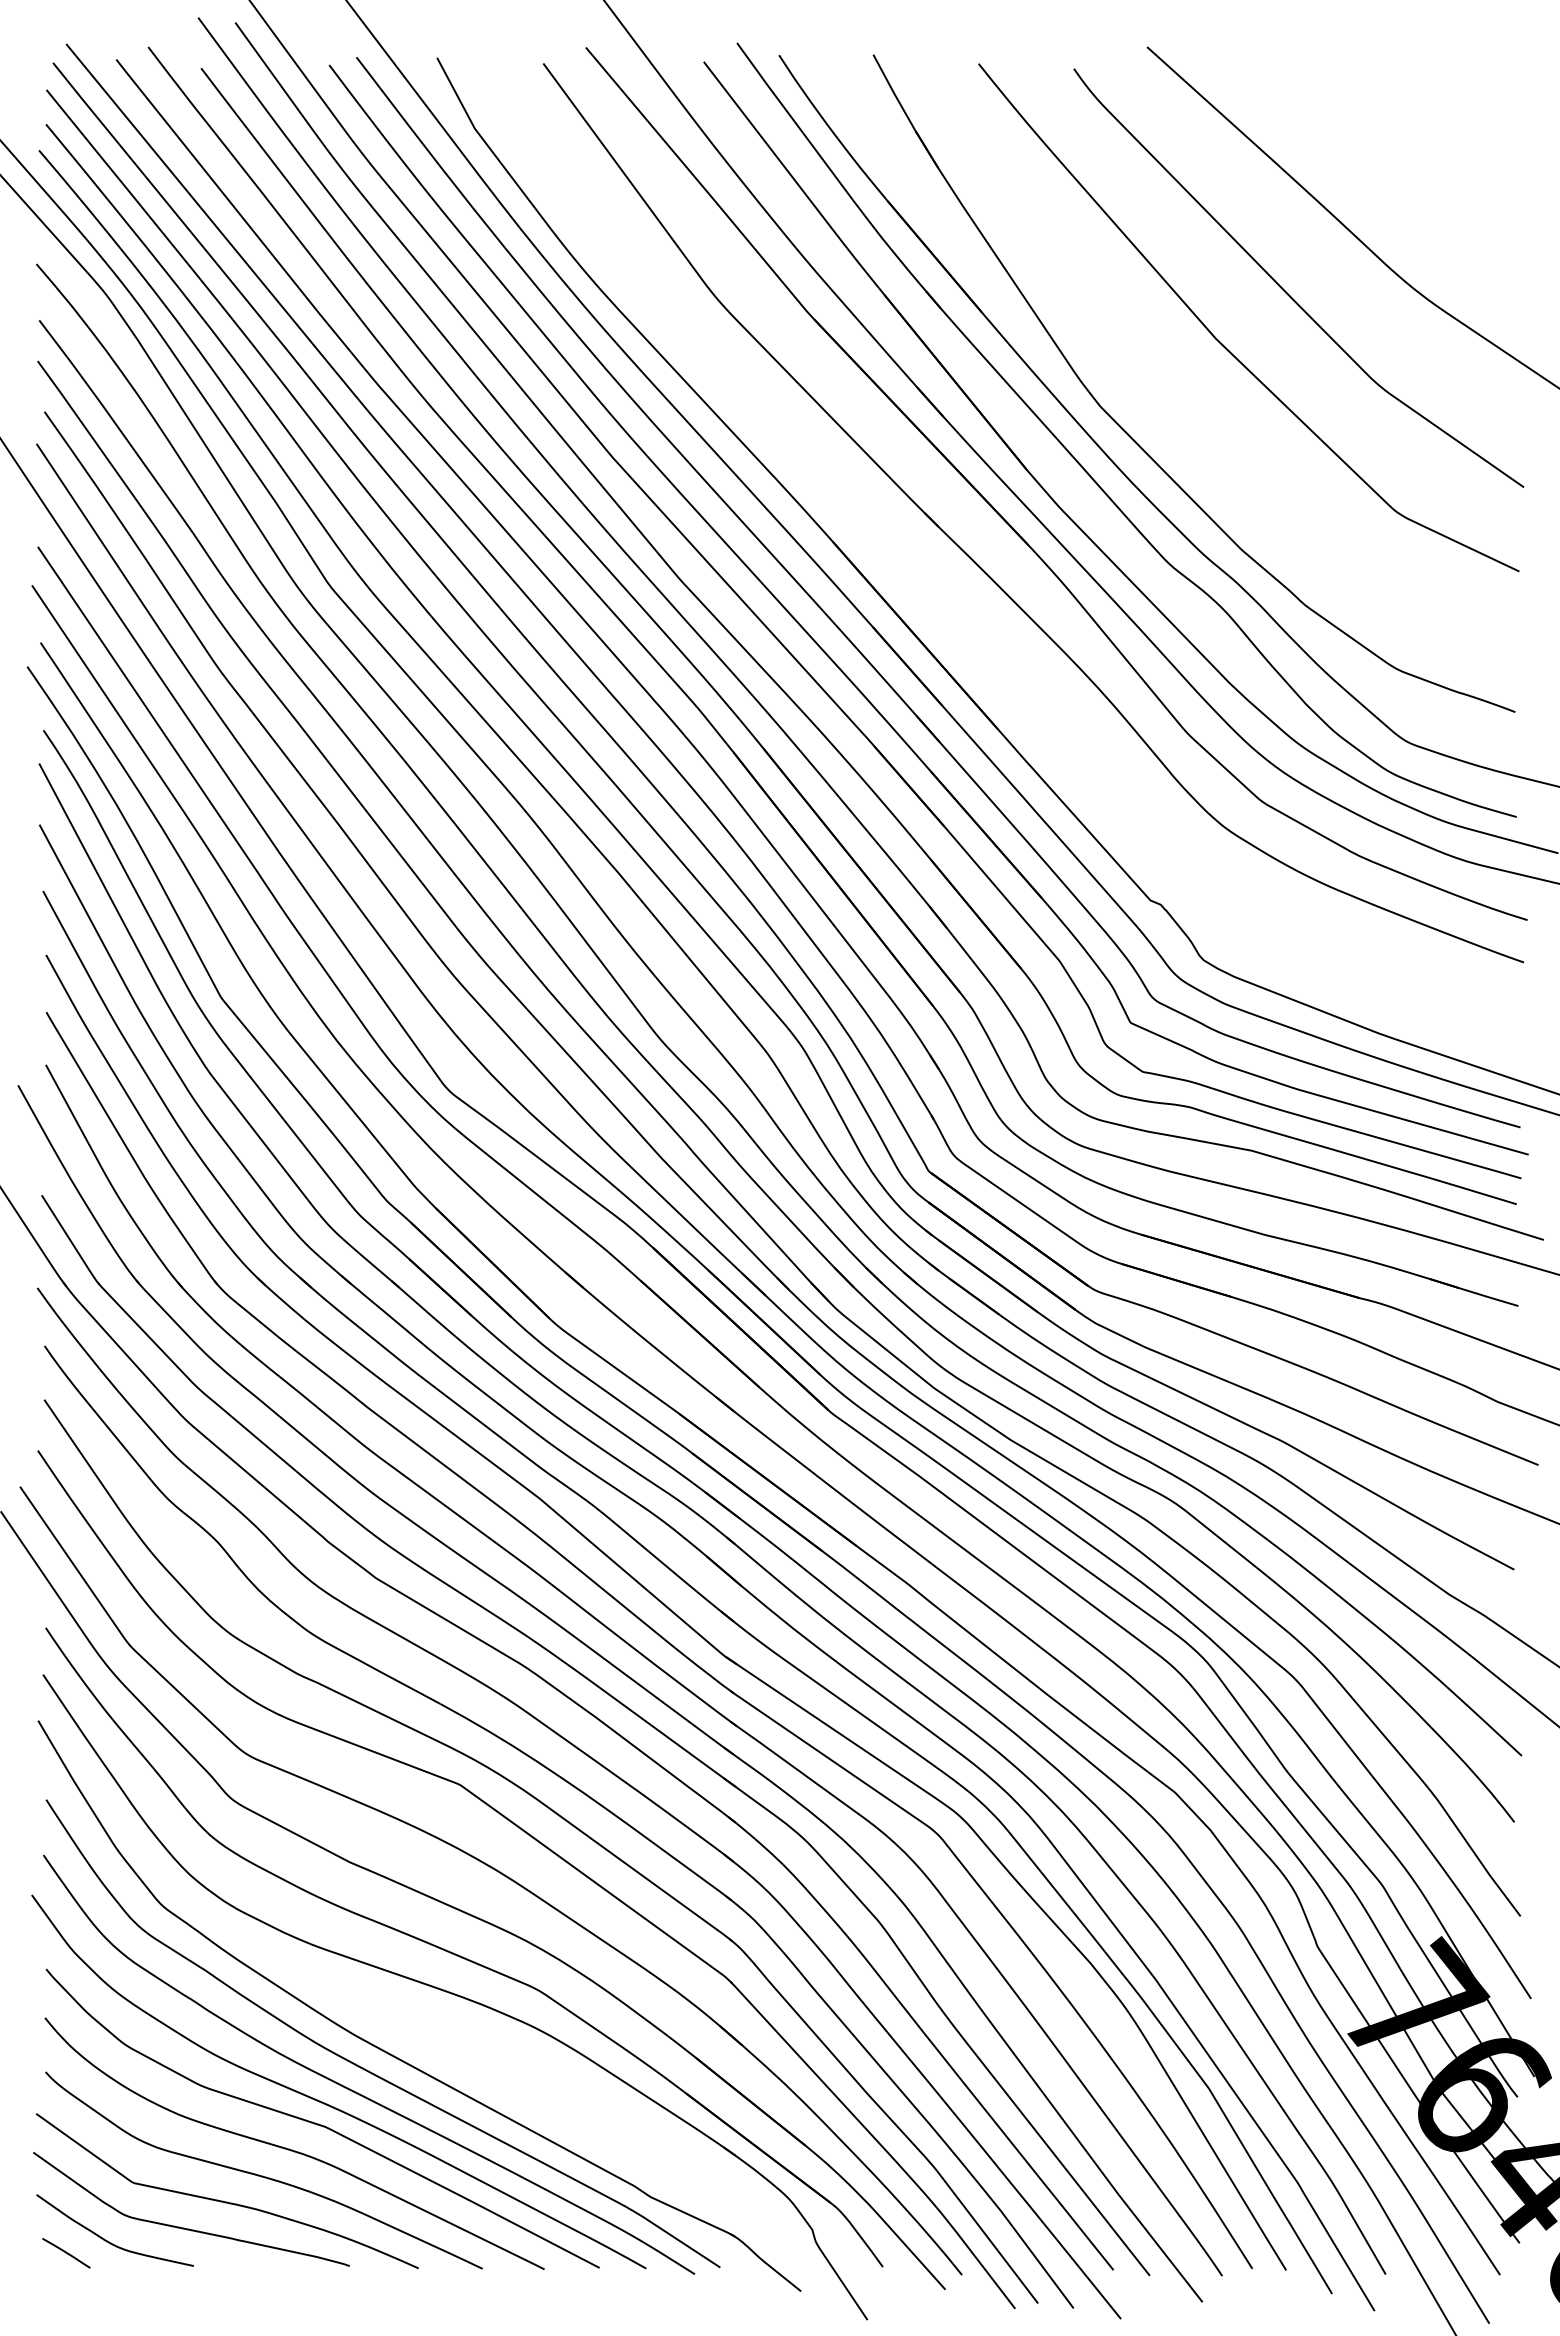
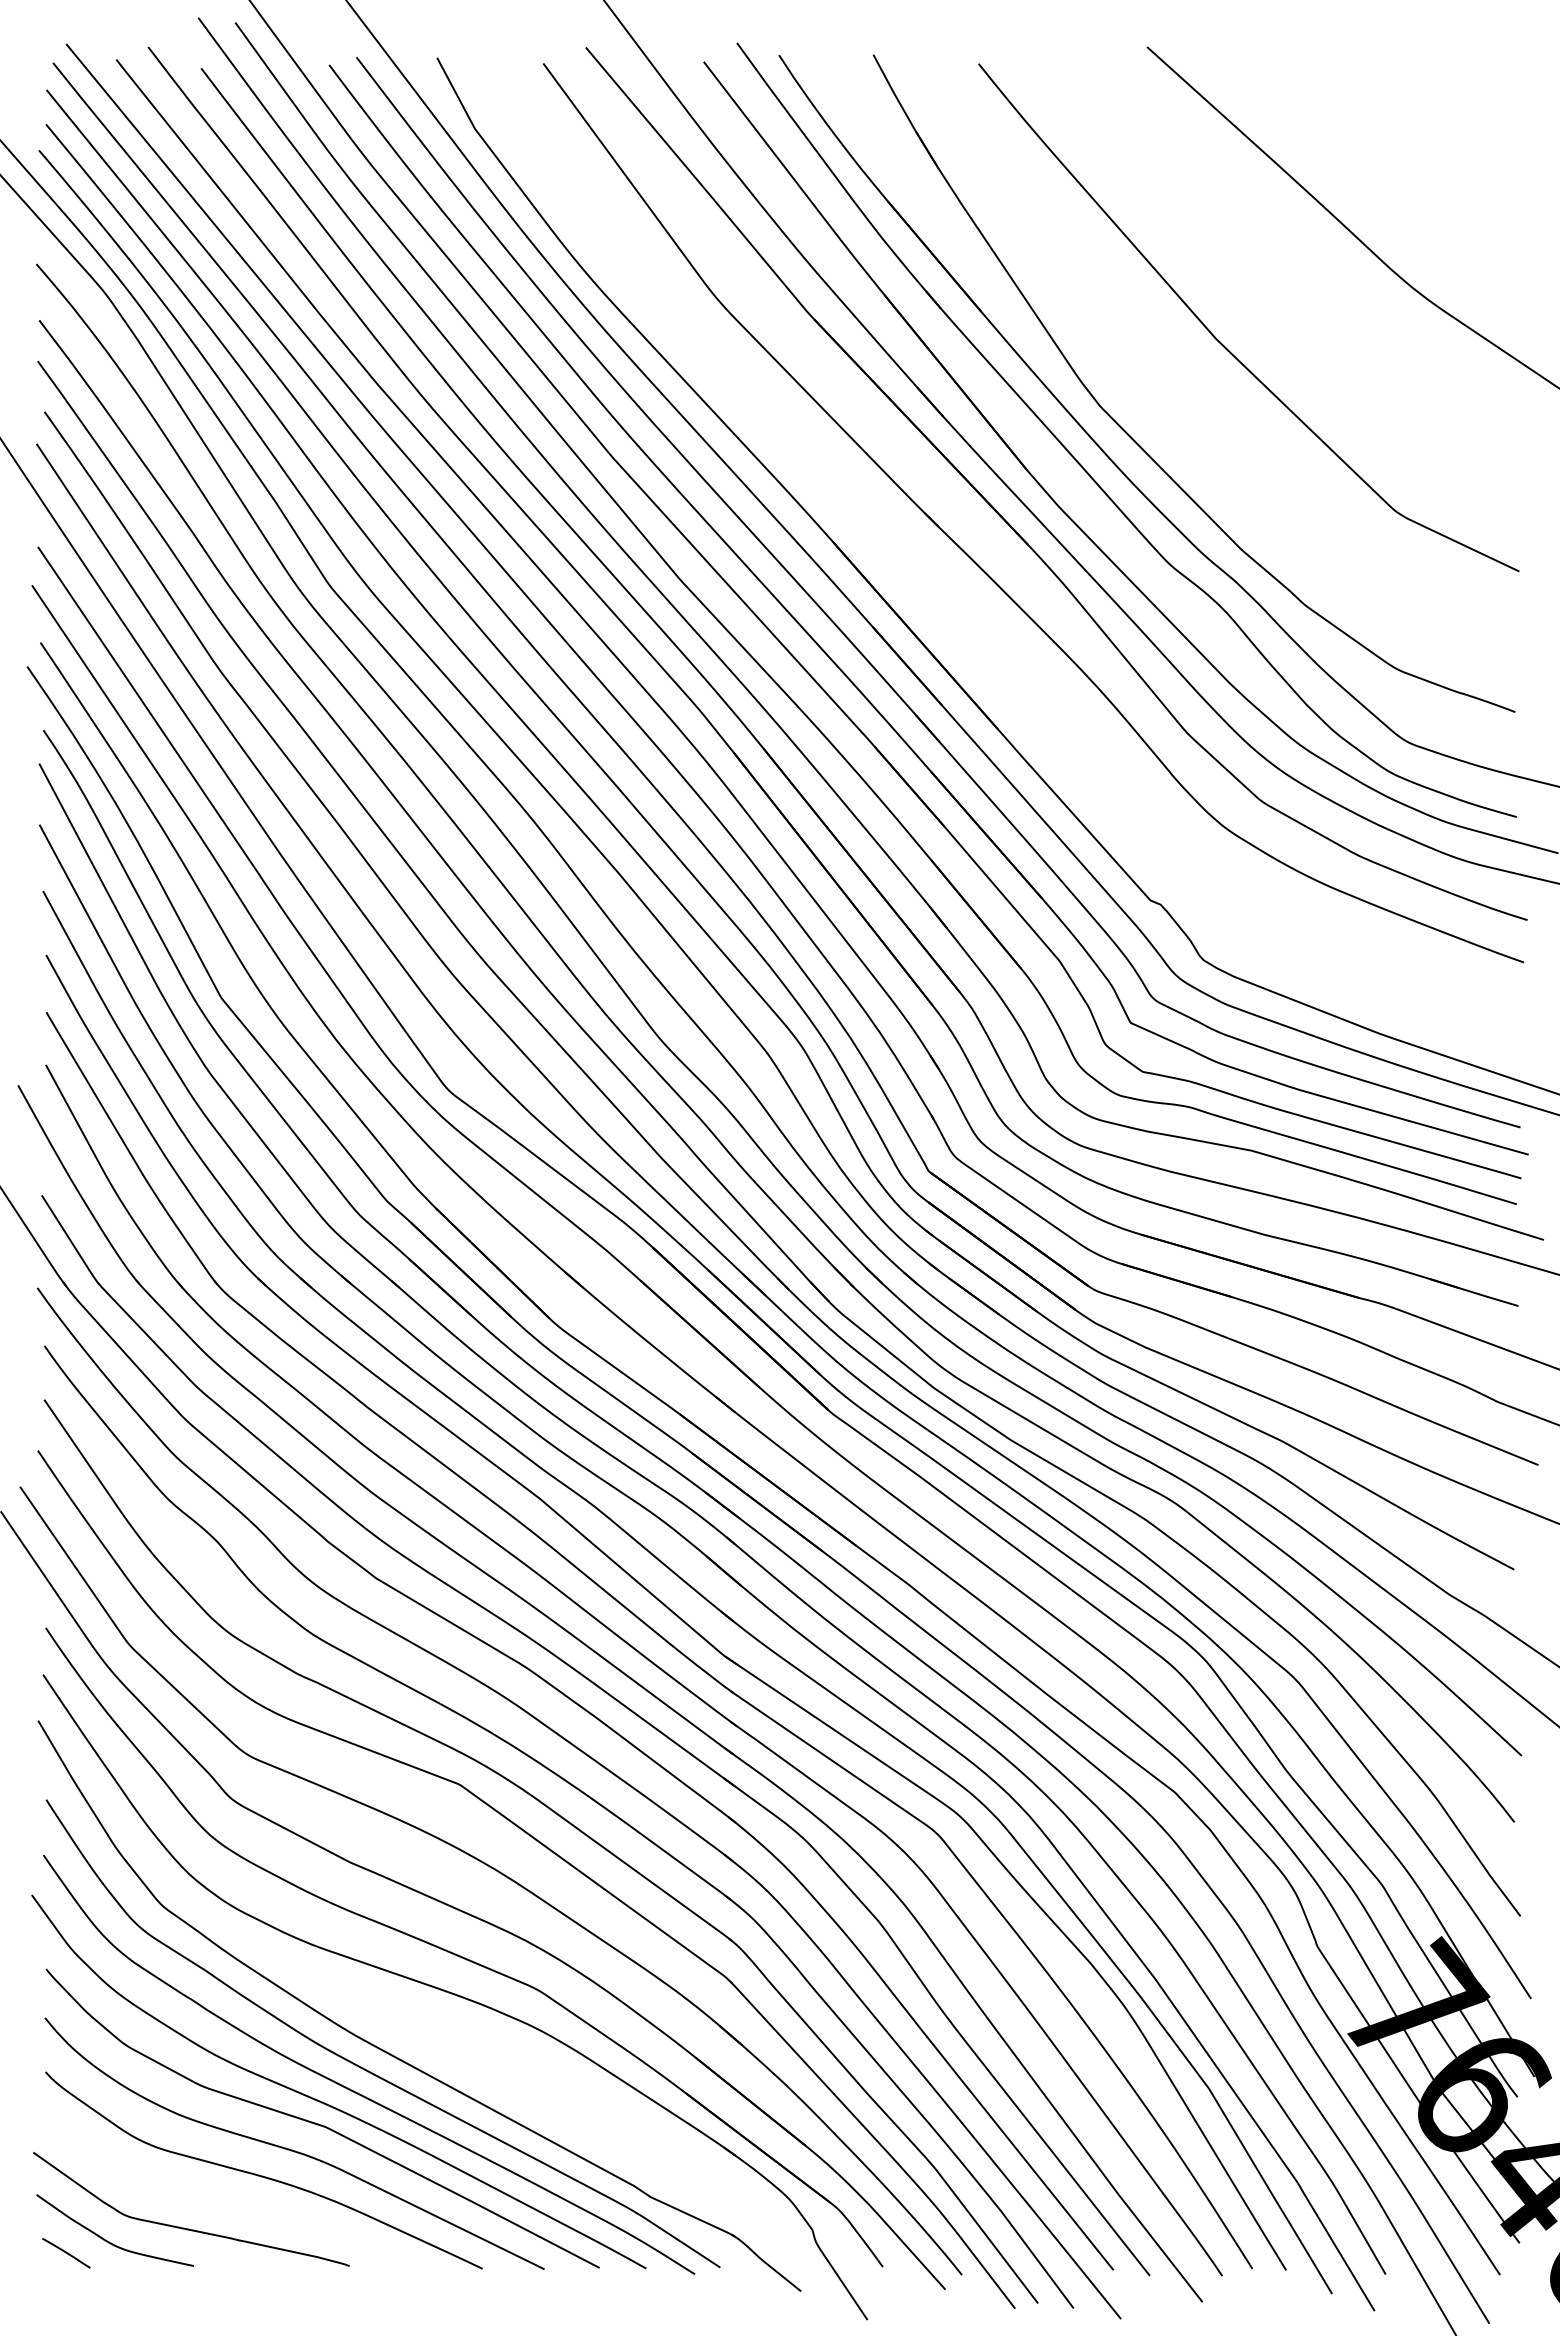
curve at (1285, 290): present -> none
curve at (227, 2201): present -> none
